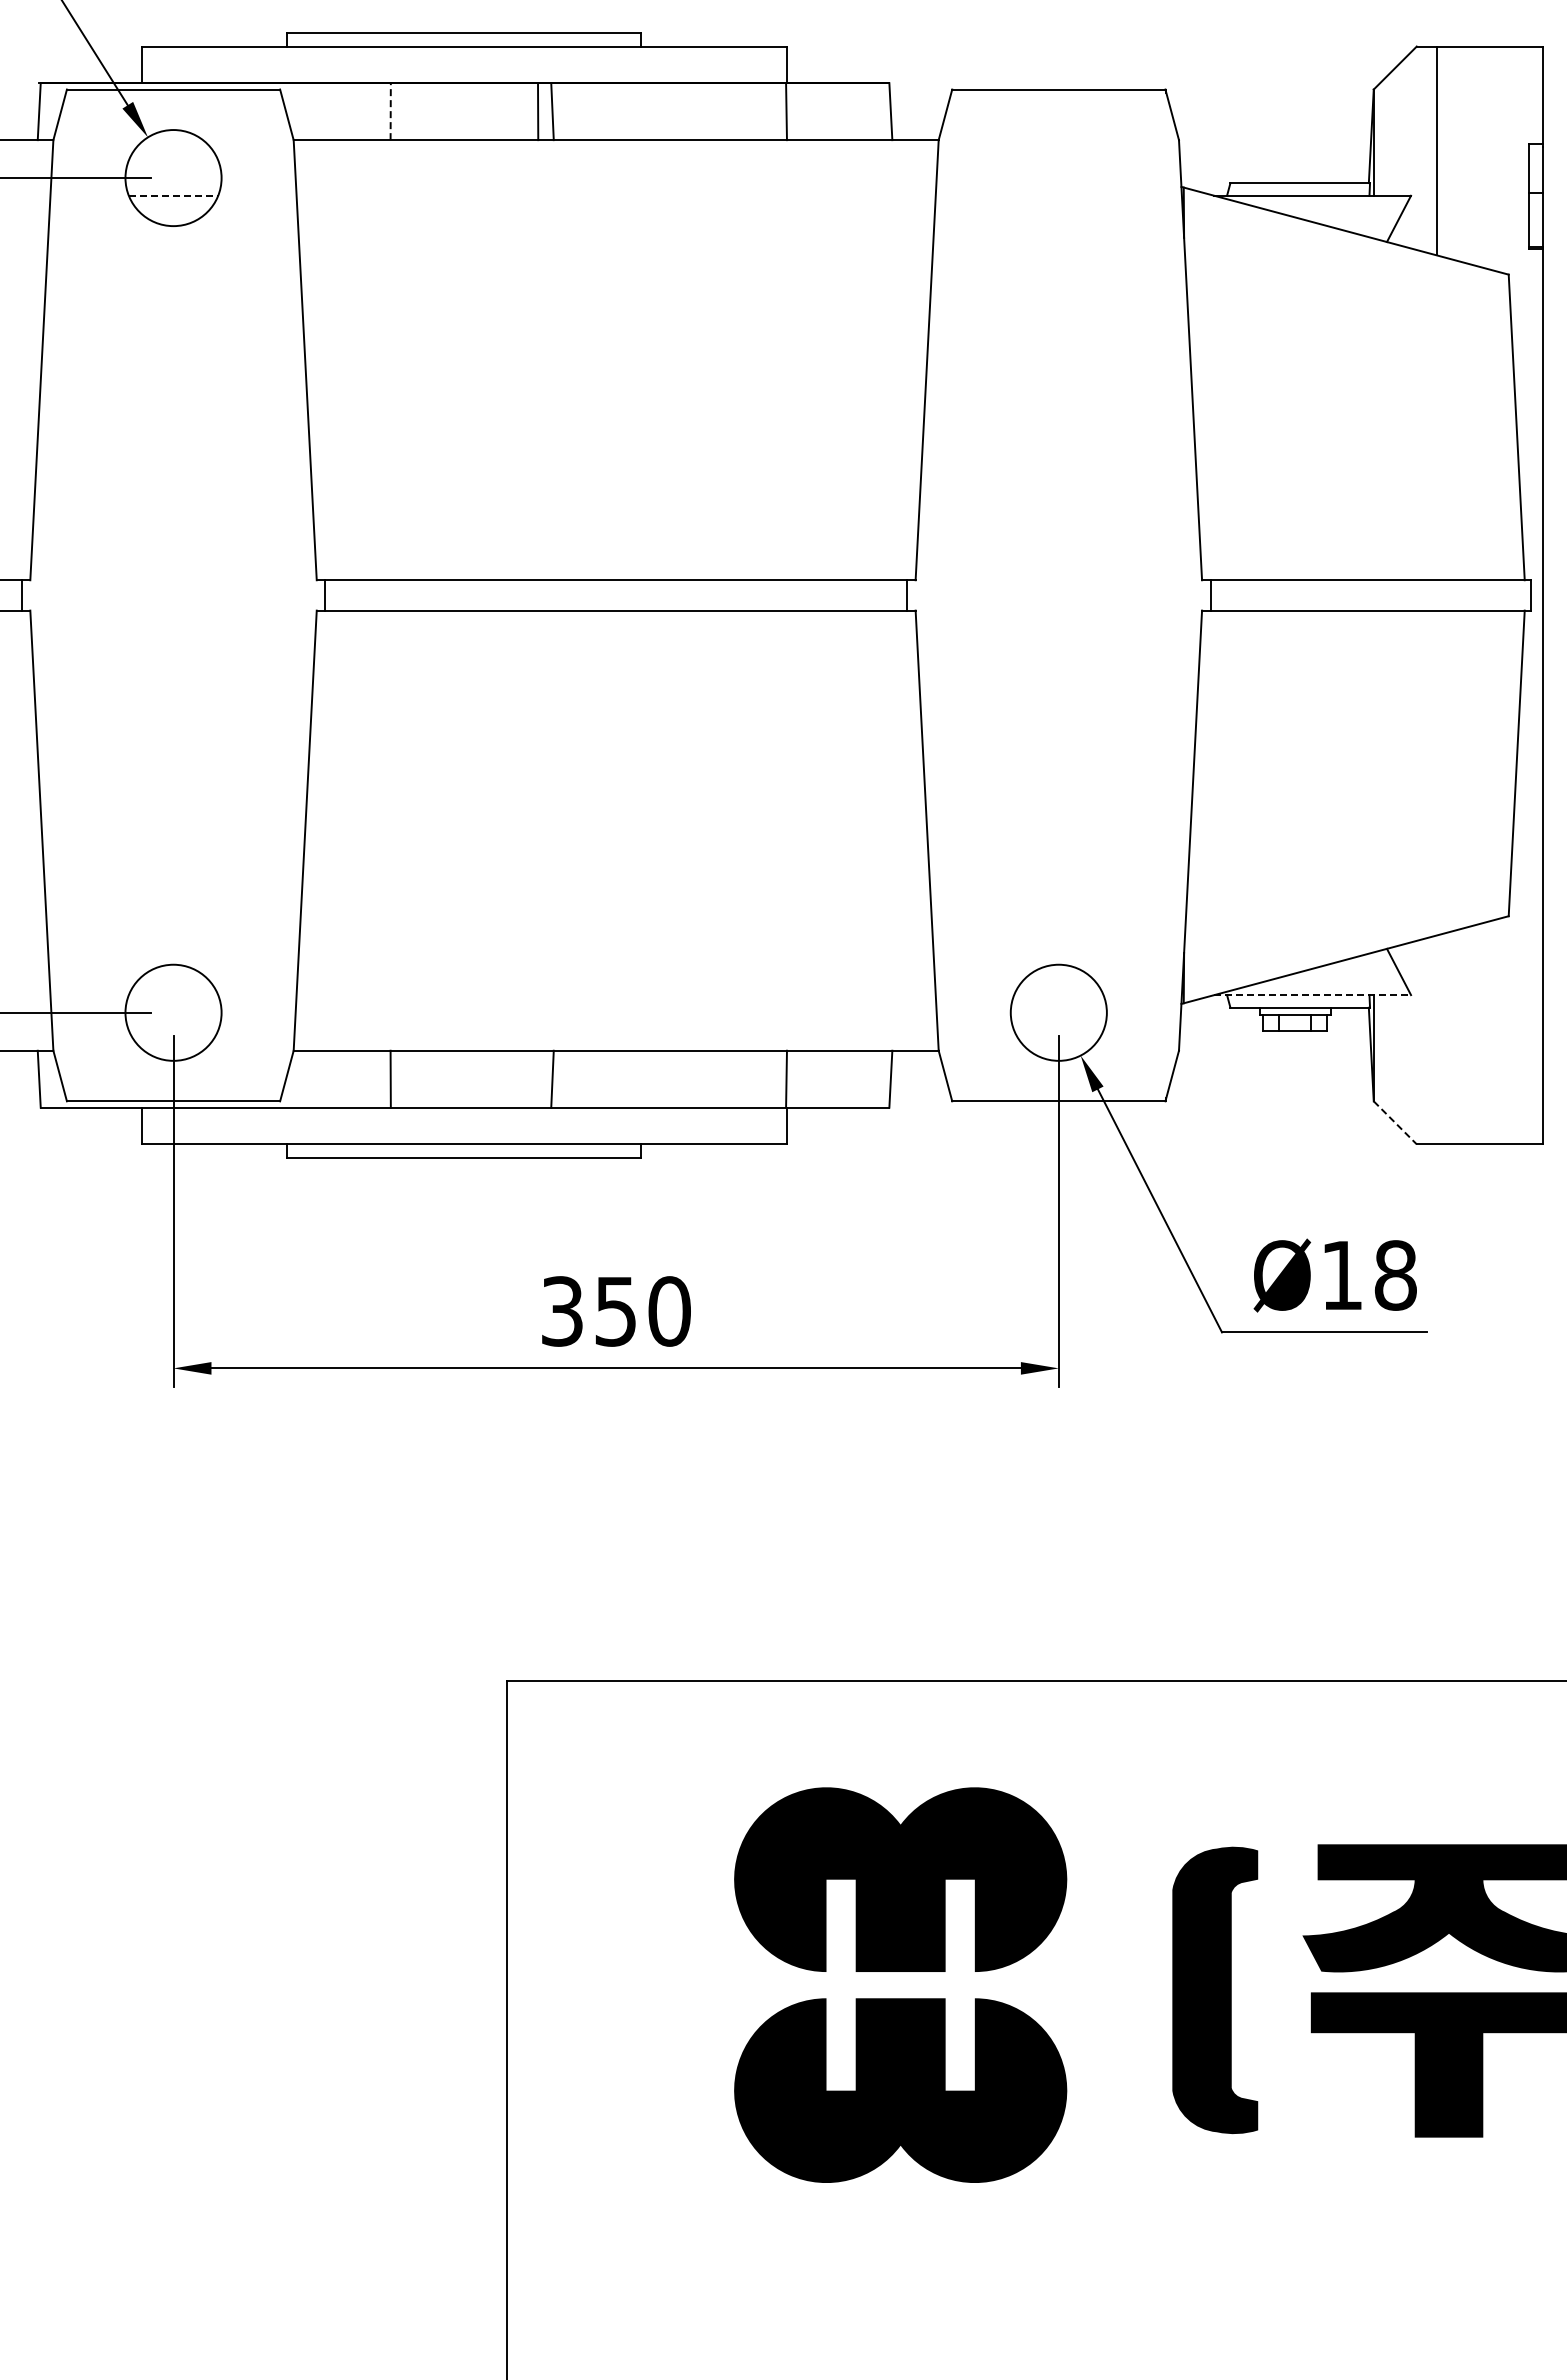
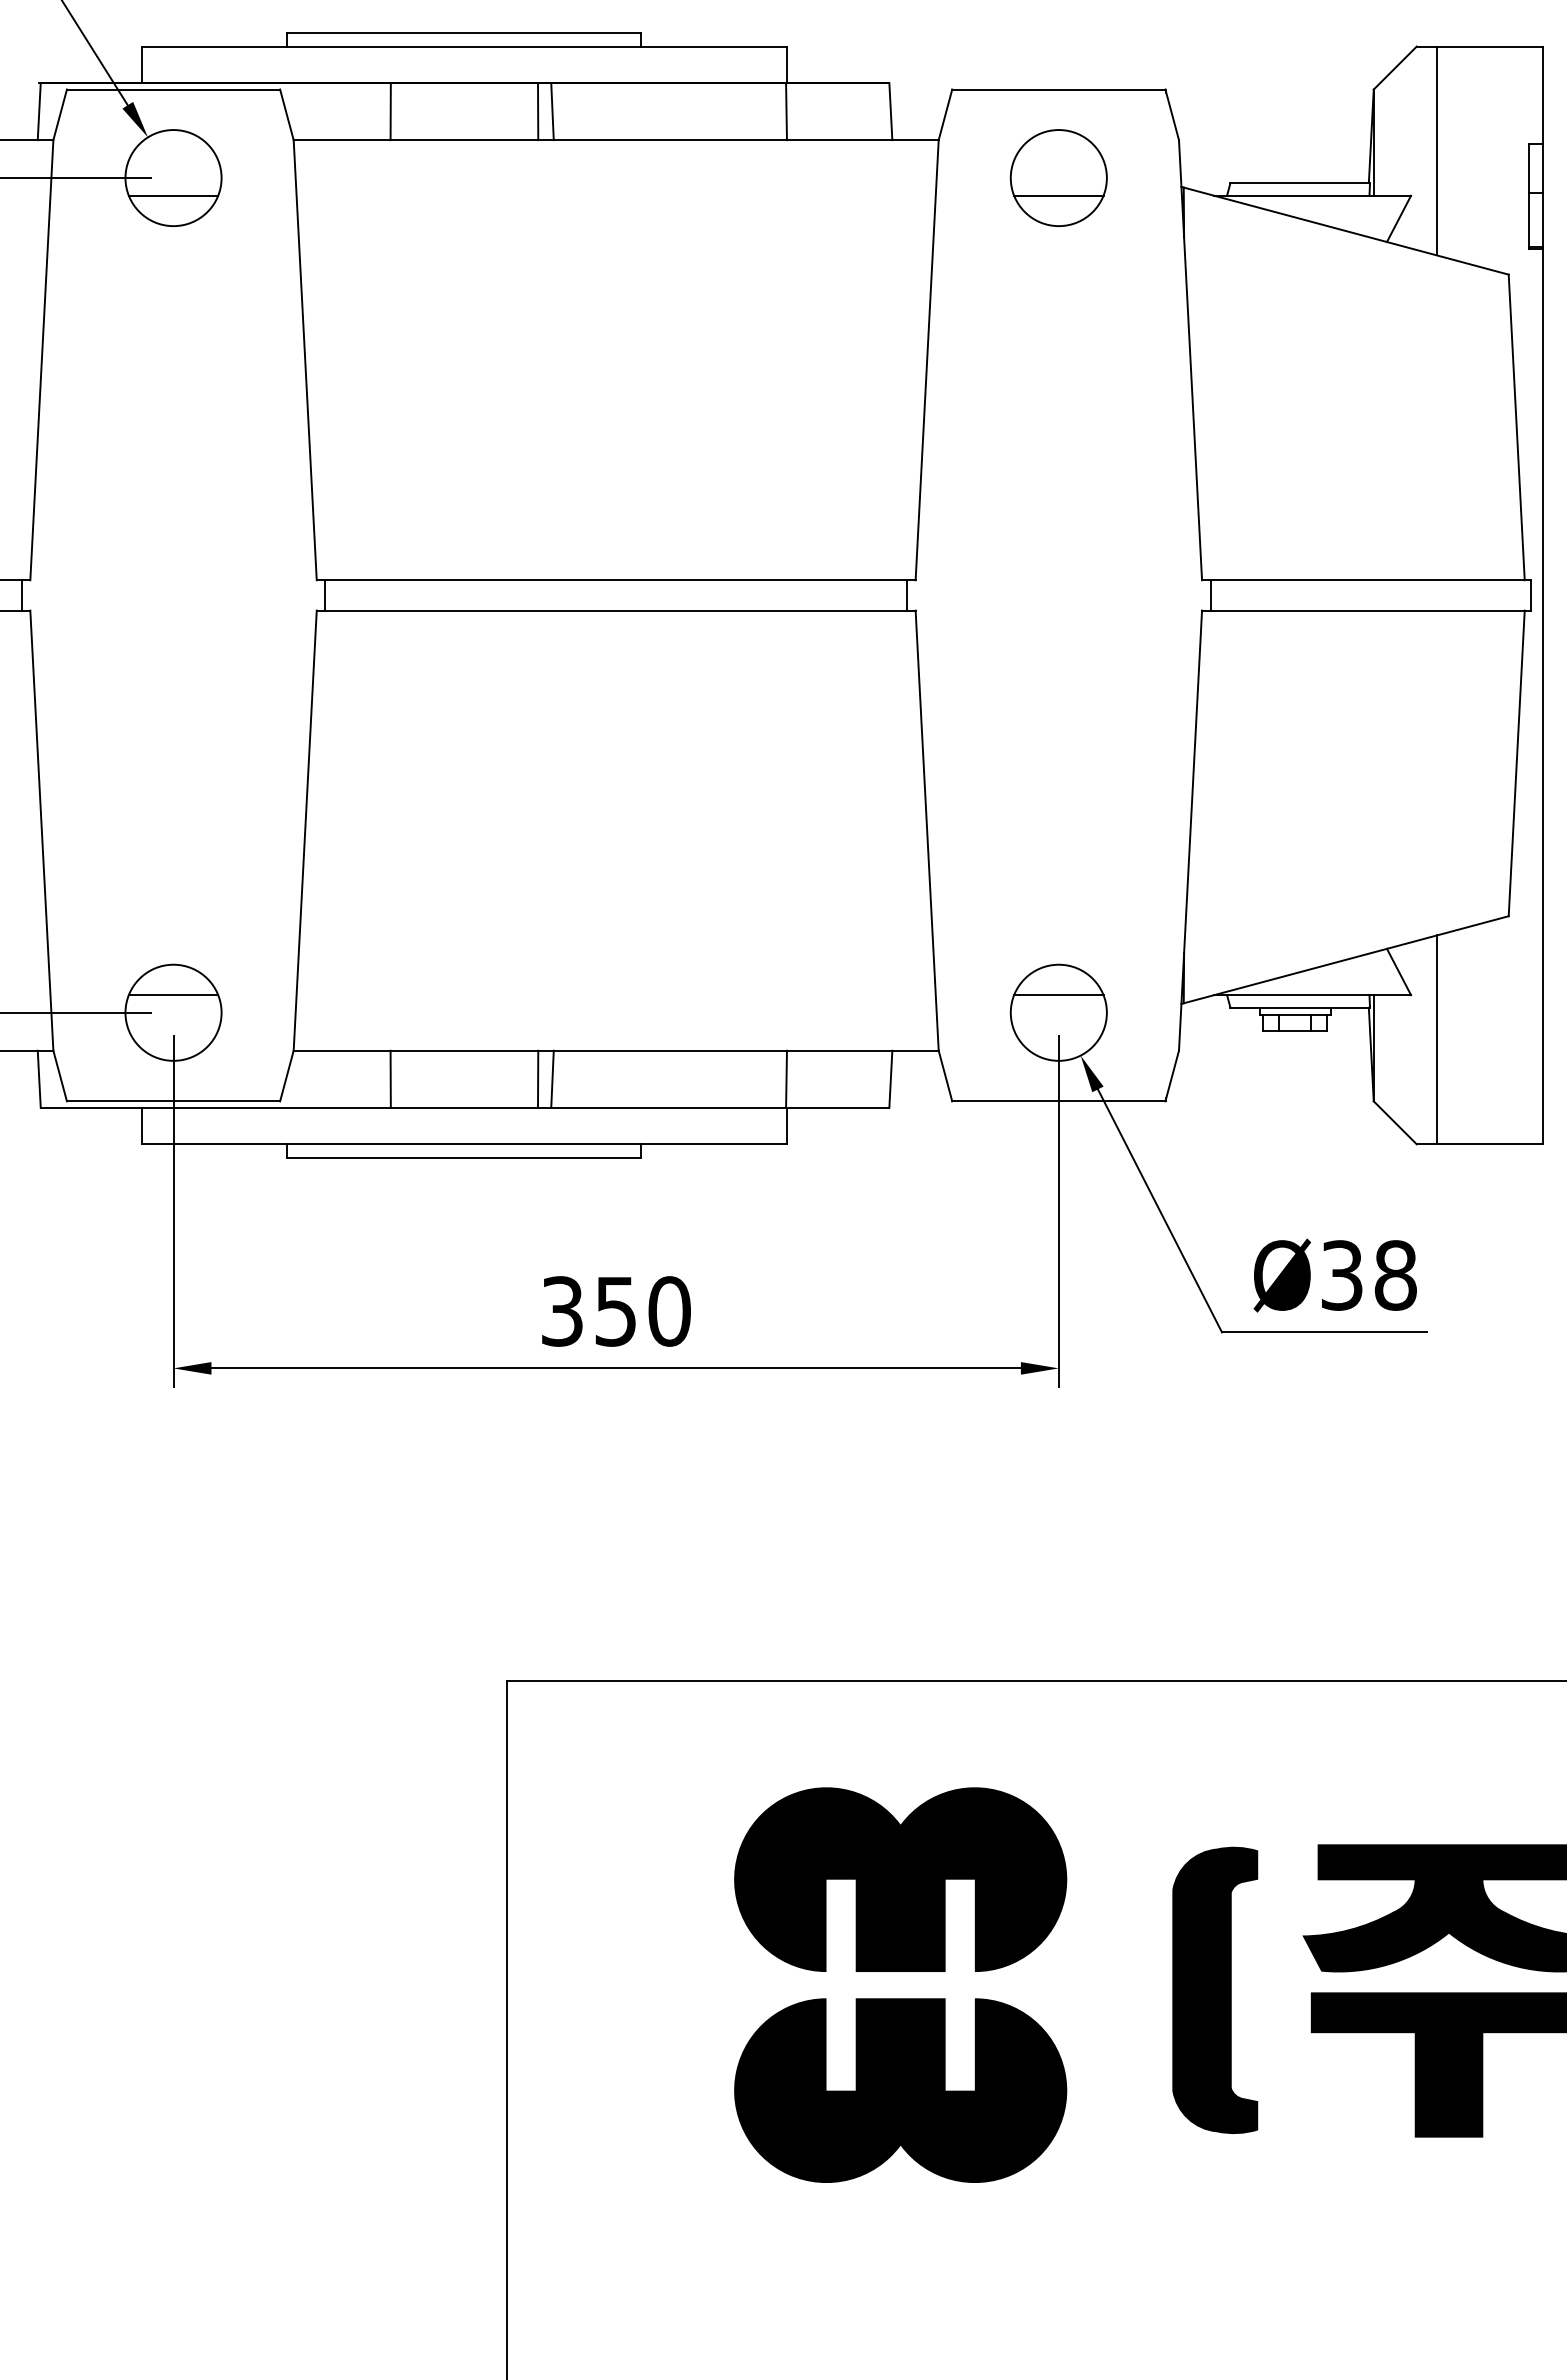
line at (390, 111): dashed -> solid
part at (1058, 177): none -> present
line at (173, 195): dashed -> solid
line at (173, 995): none -> present
line at (1058, 995): none -> present
line at (1313, 995): dashed -> solid
line at (1436, 1039): none -> present
line at (538, 1078): none -> present
line at (1395, 1123): dashed -> solid
text at (1342, 1275): Ø18 -> Ø38
